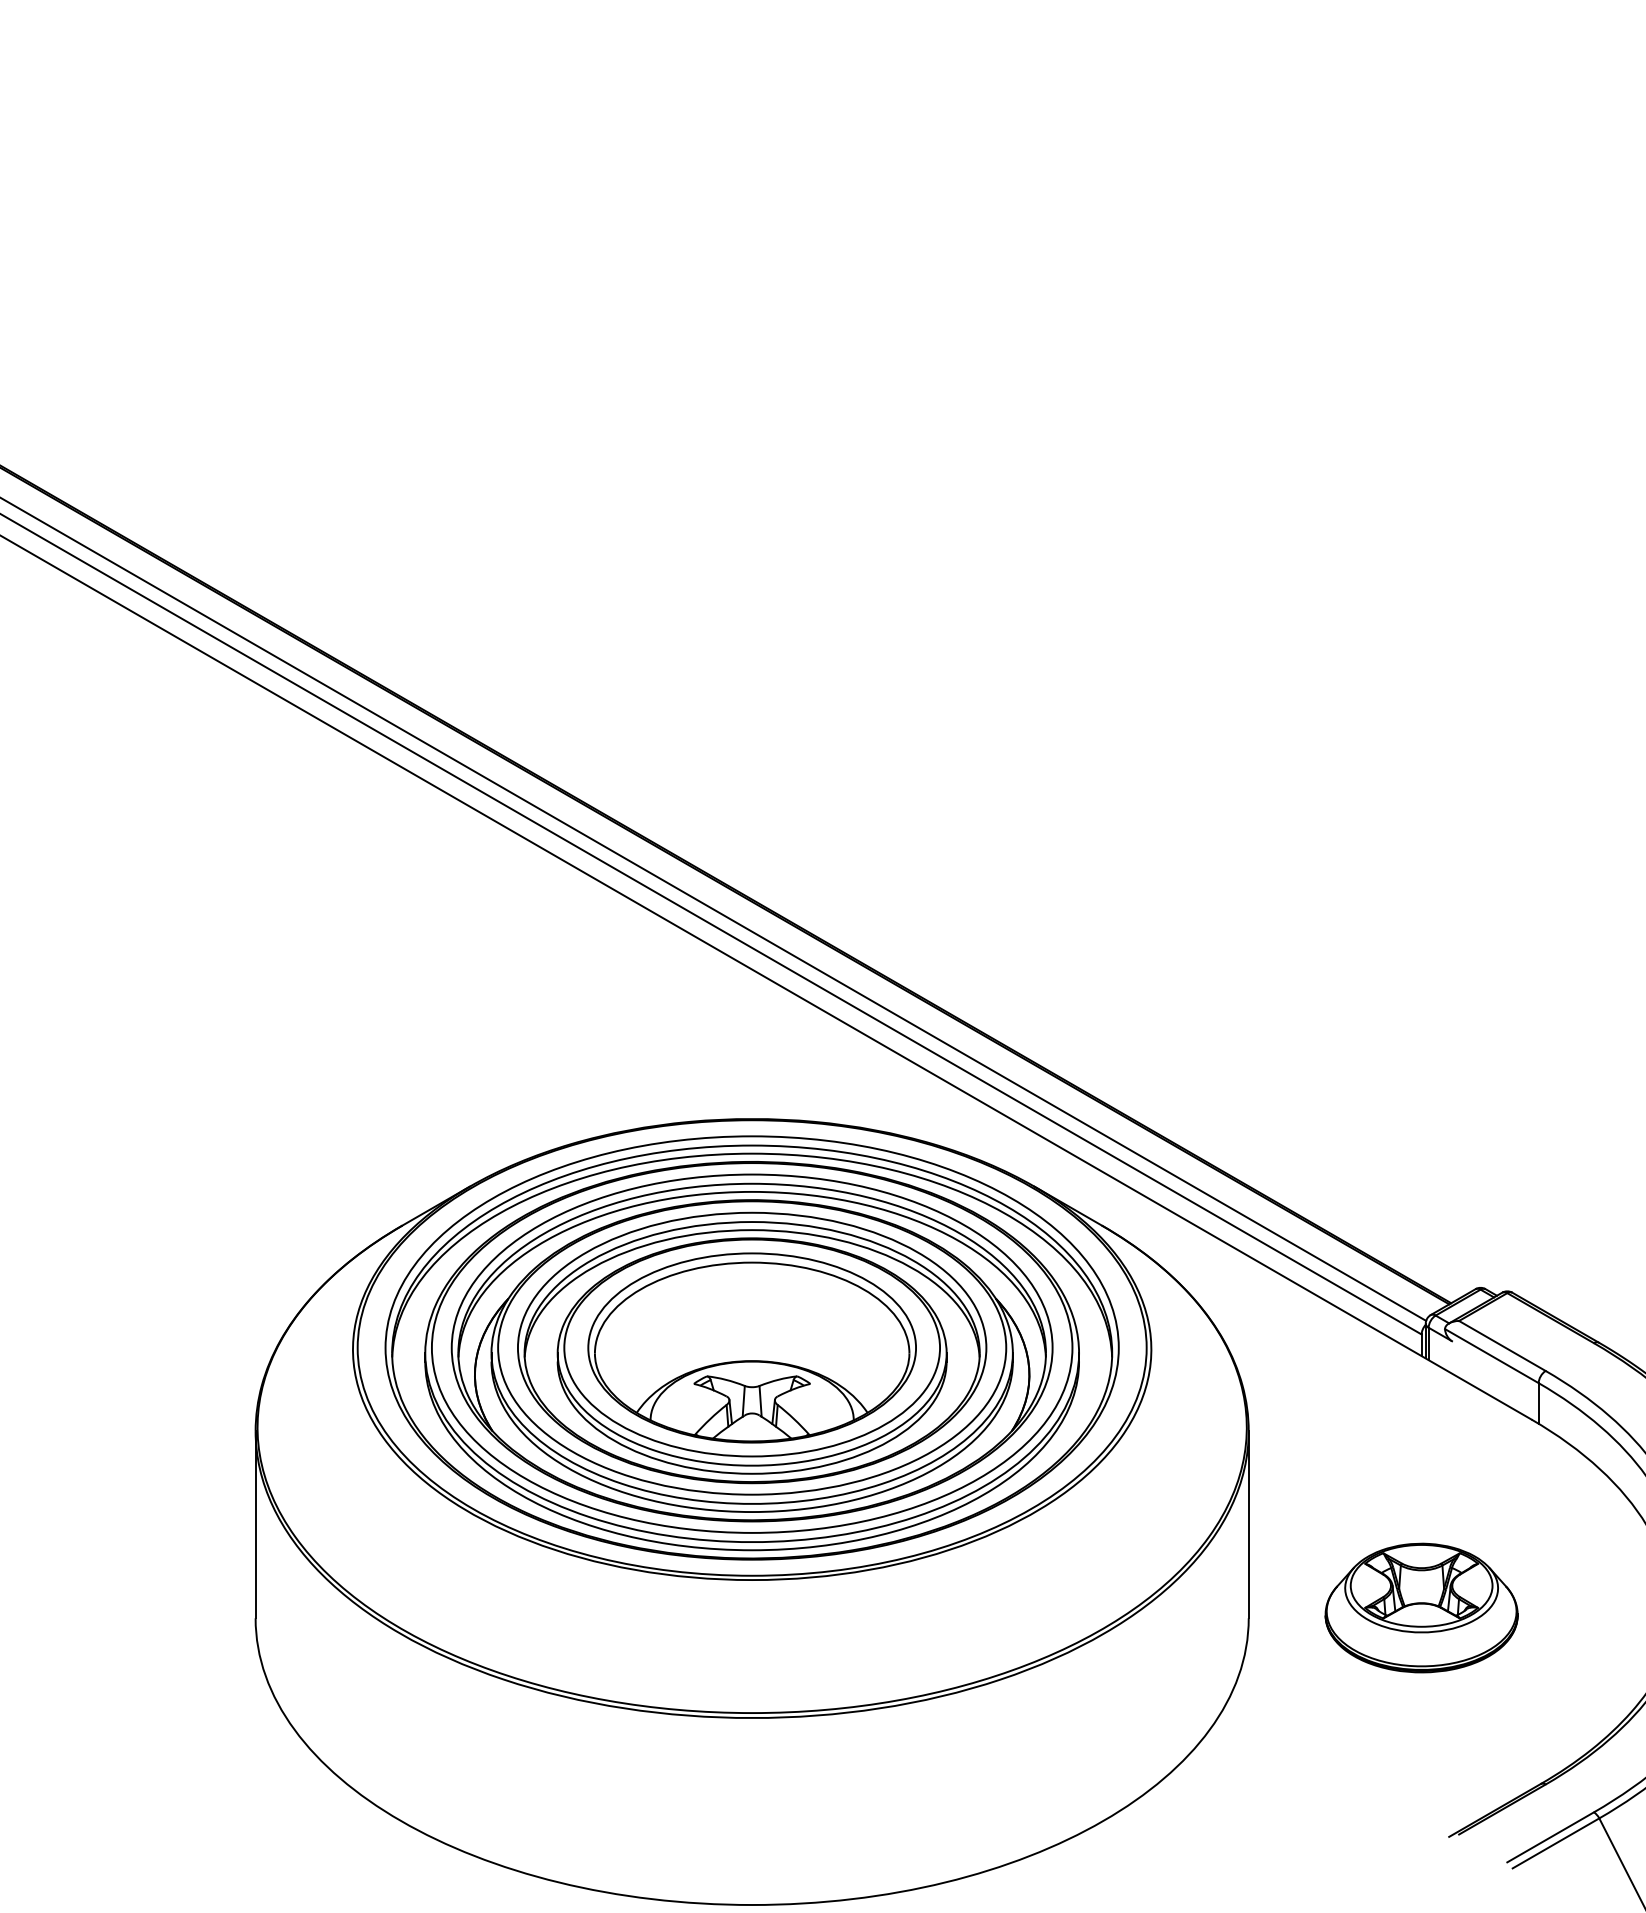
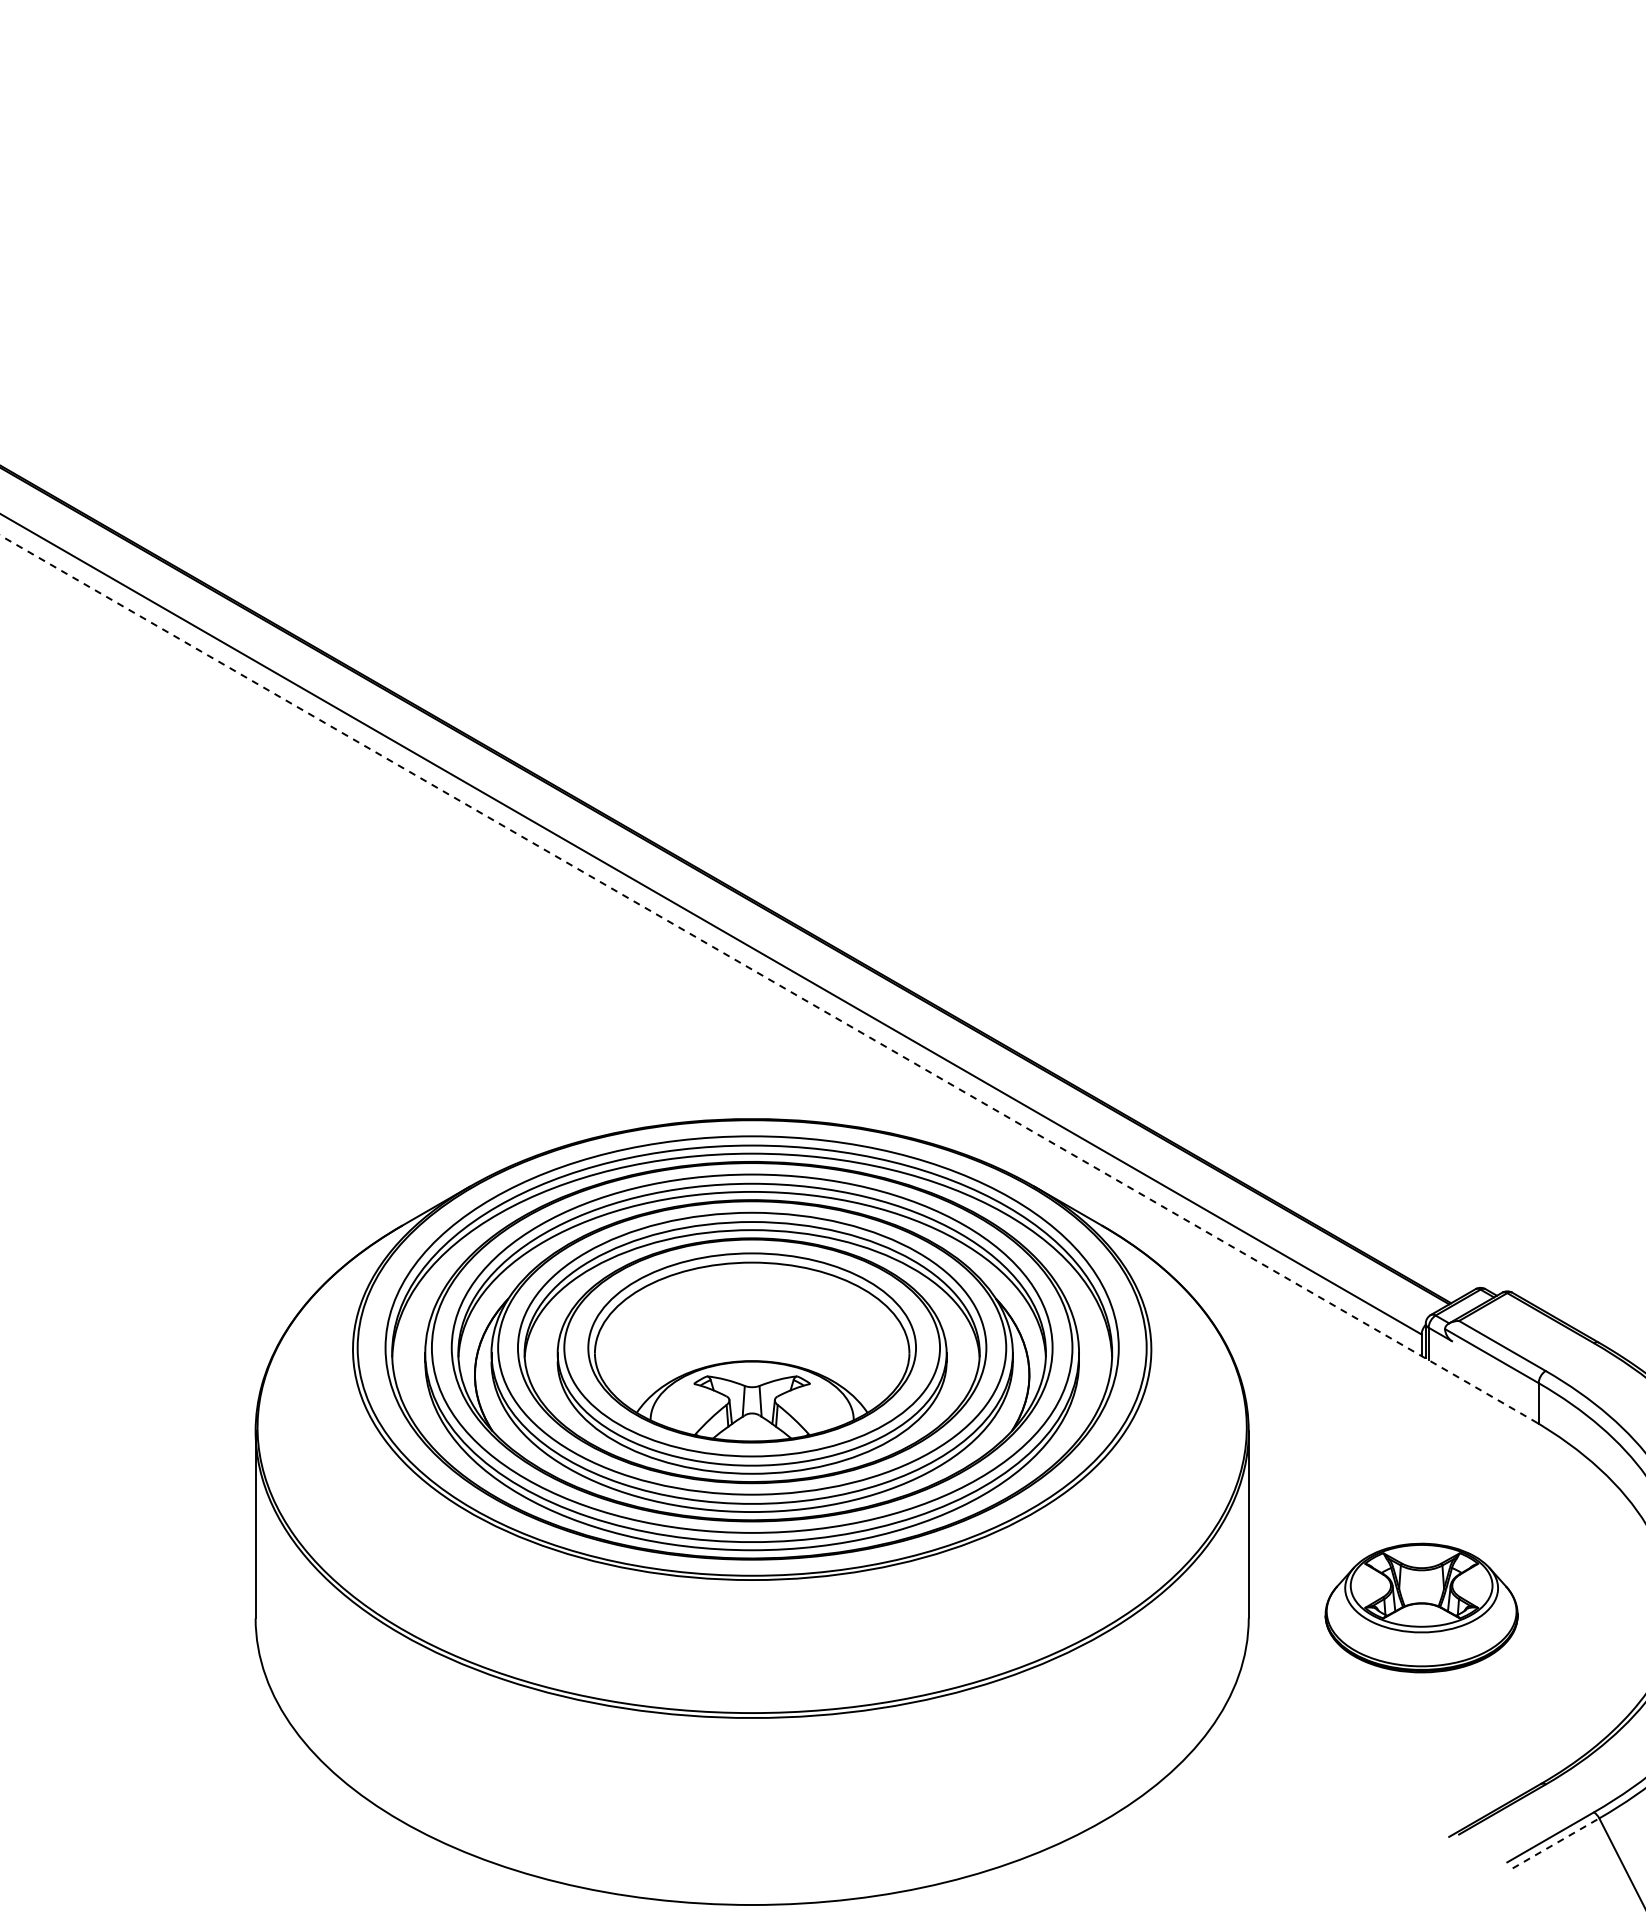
line at (714, 909): present -> none
line at (766, 977): solid -> dashed
line at (1556, 1843): solid -> dashed
